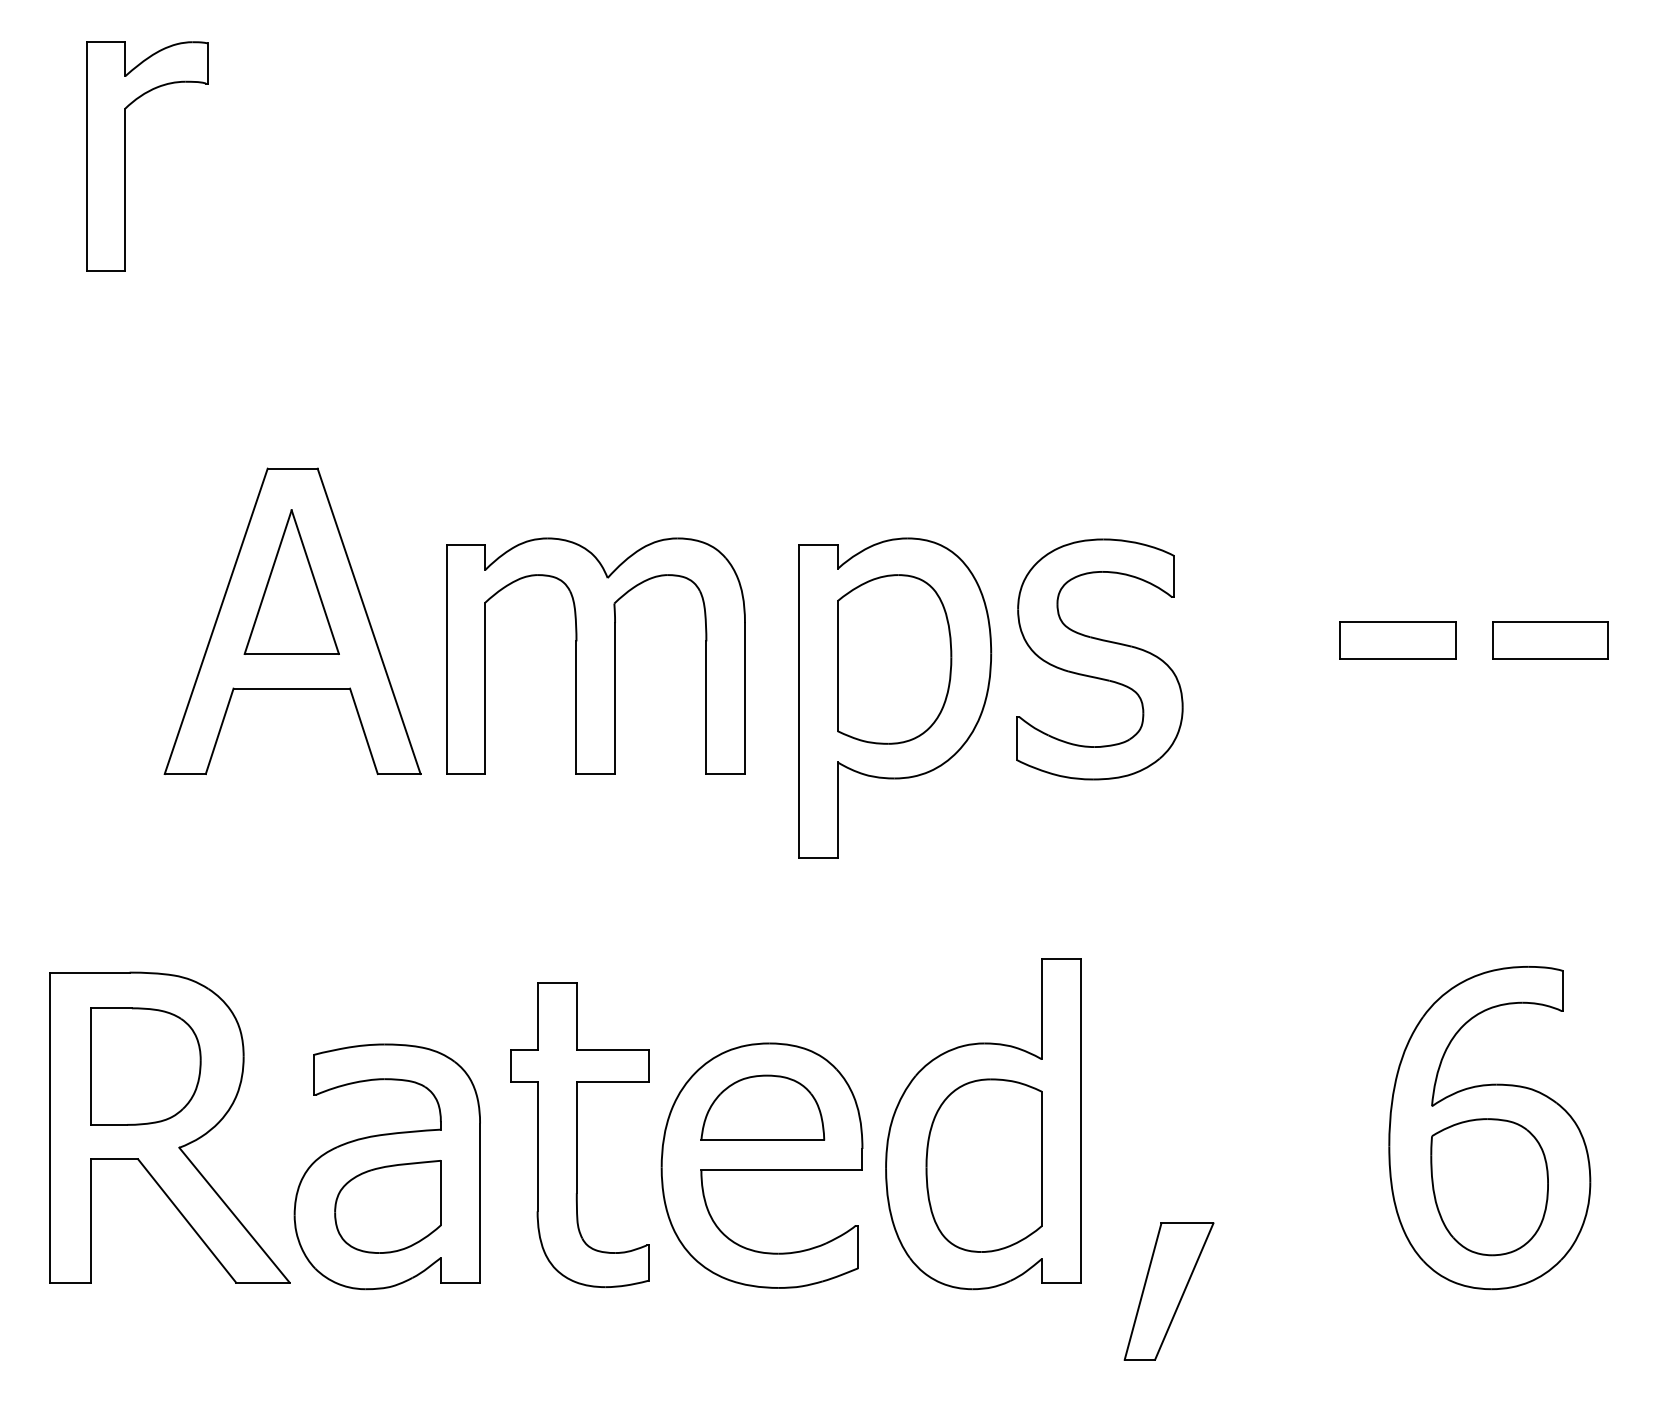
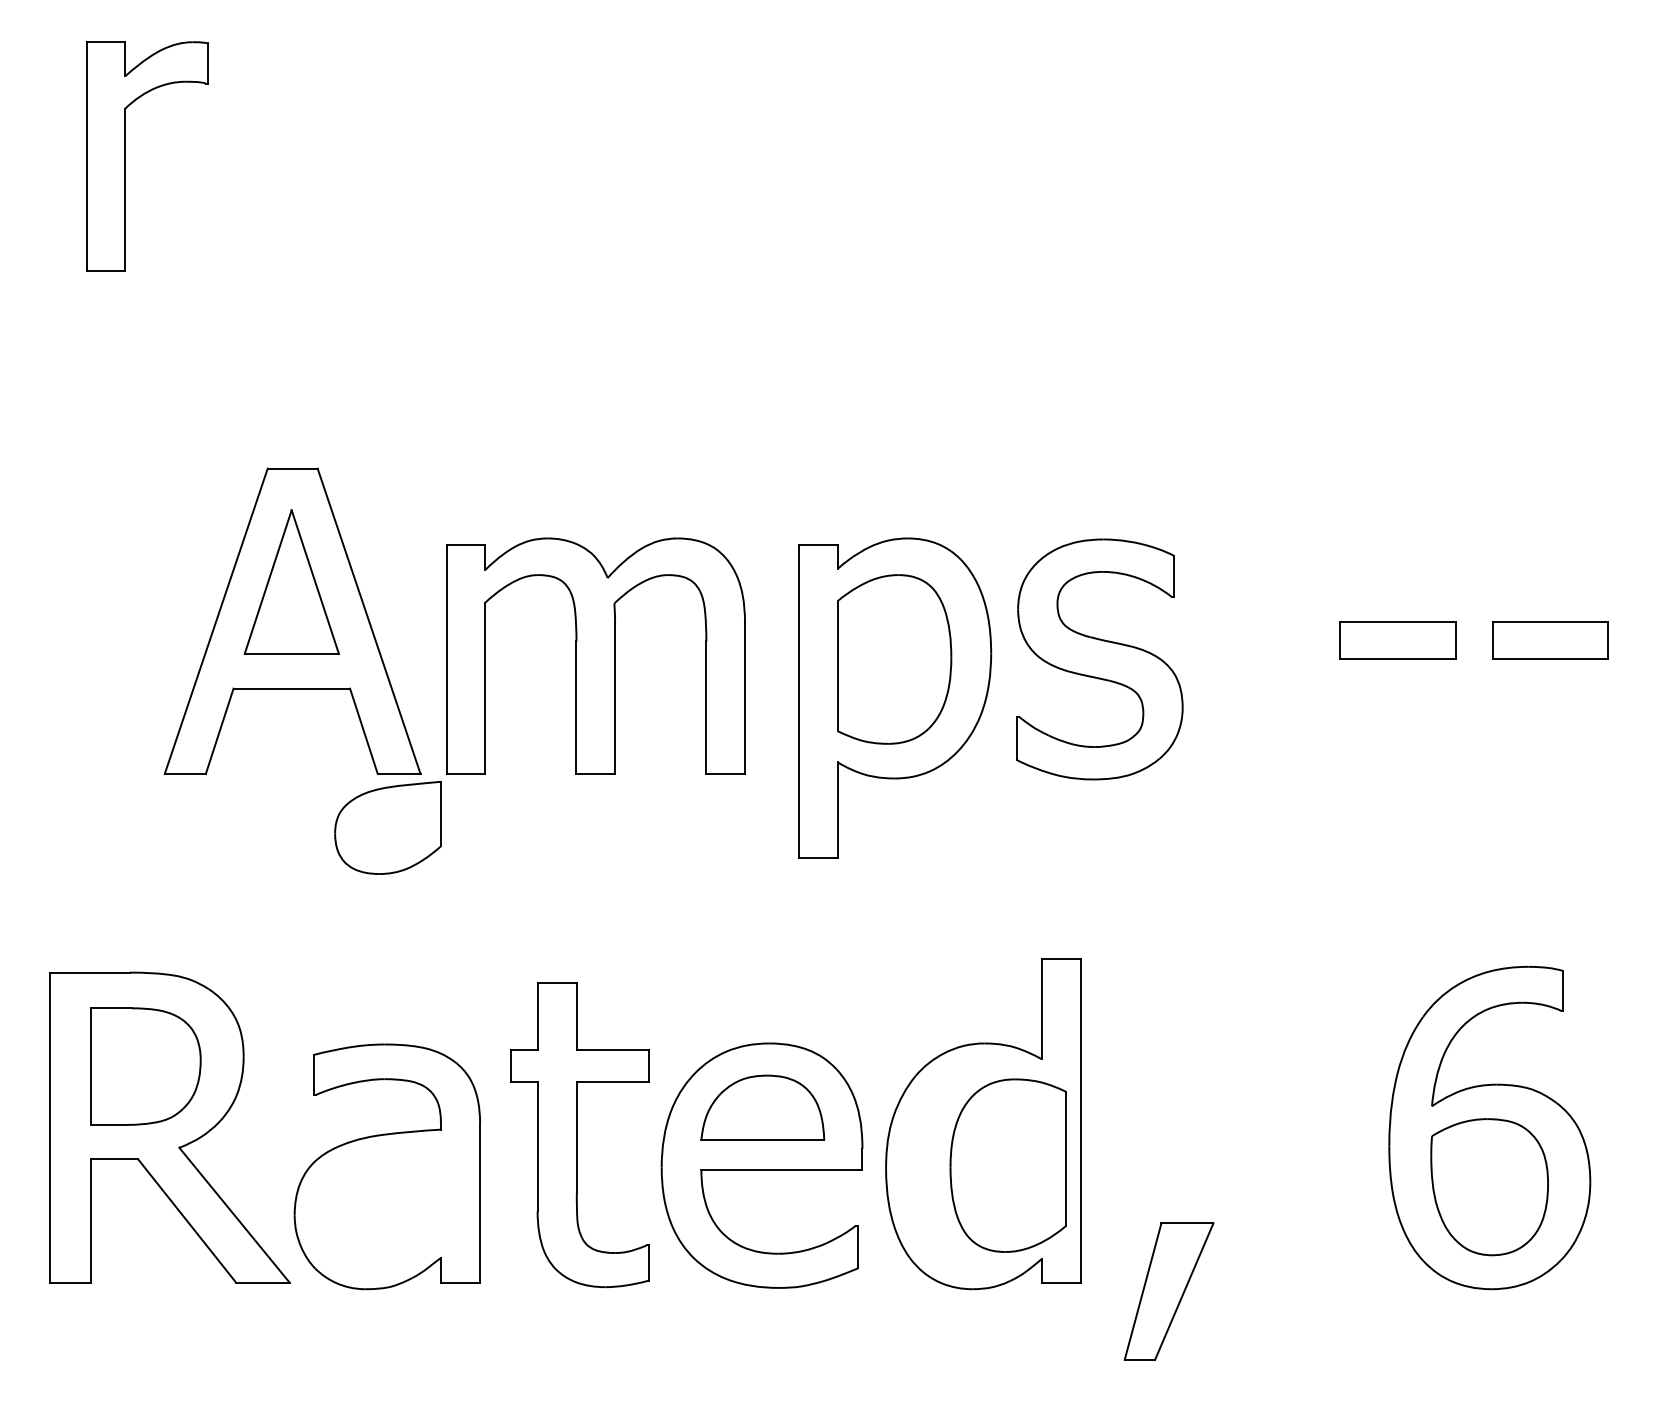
part at (983, 1165) position: (983, 1165) -> (1007, 1165)
part at (387, 1206) position: (387, 1206) -> (387, 827)
